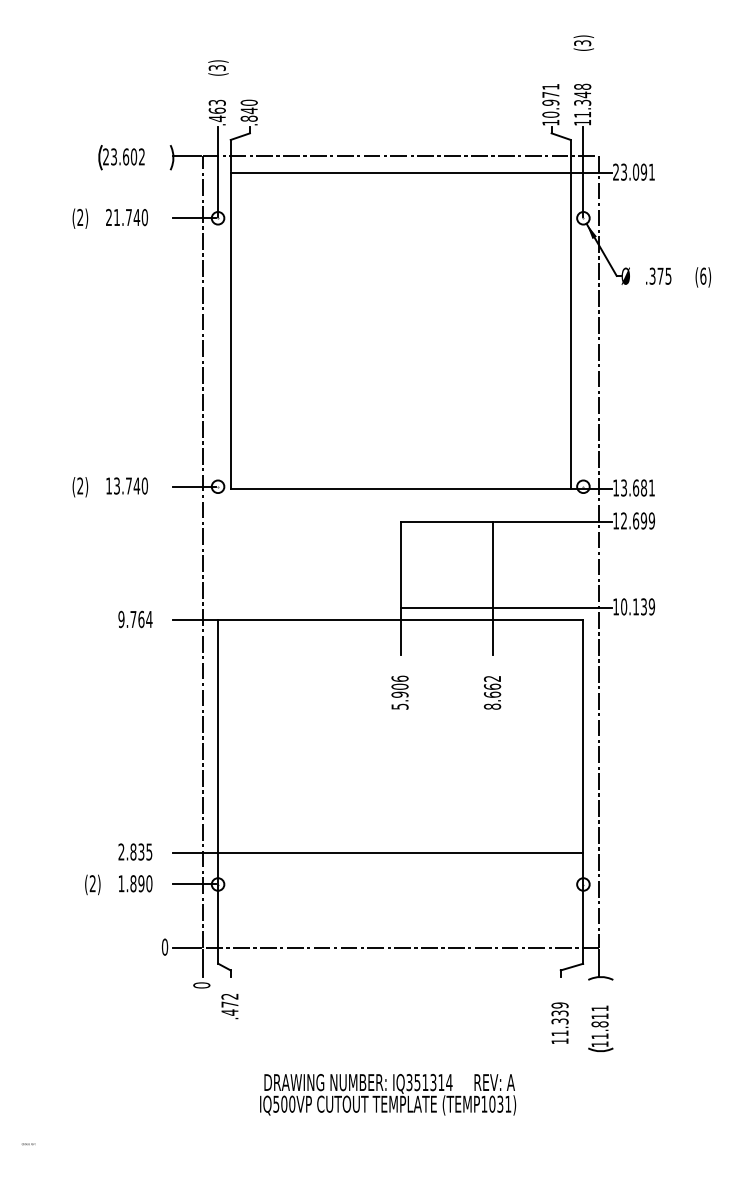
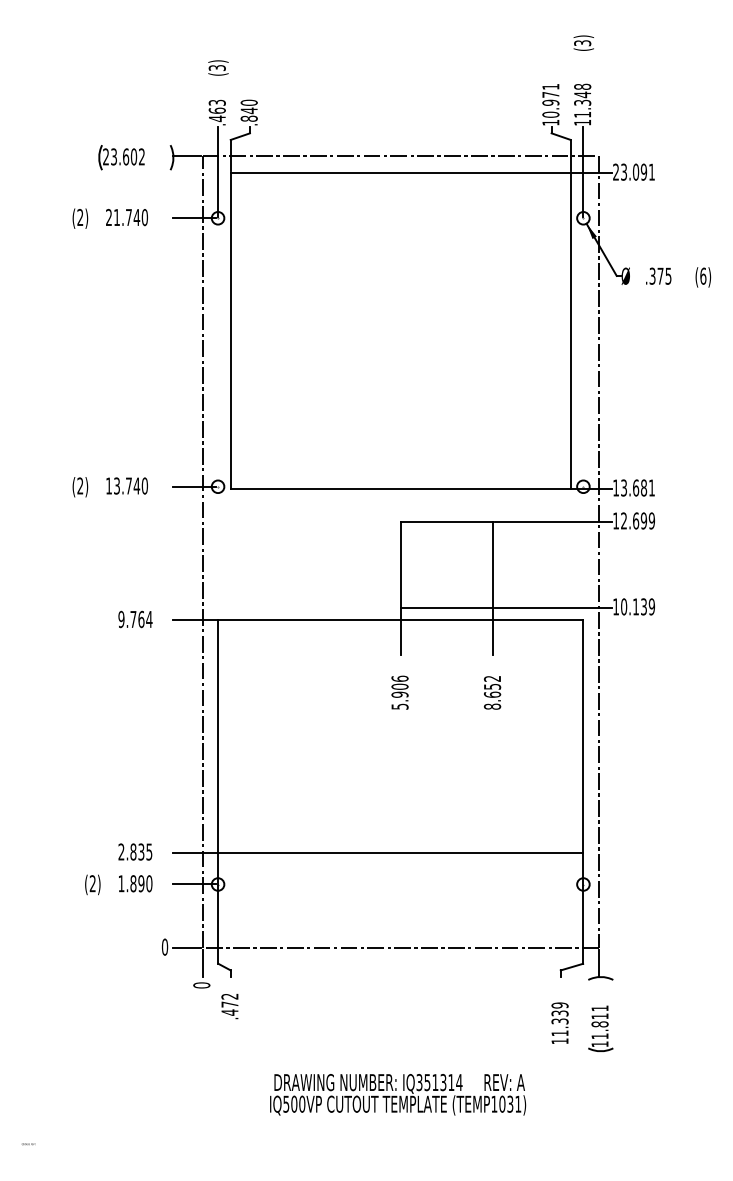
text at (492, 686): 8.662 -> 8.652
text at (388, 1094) position: (388, 1094) -> (398, 1094)
